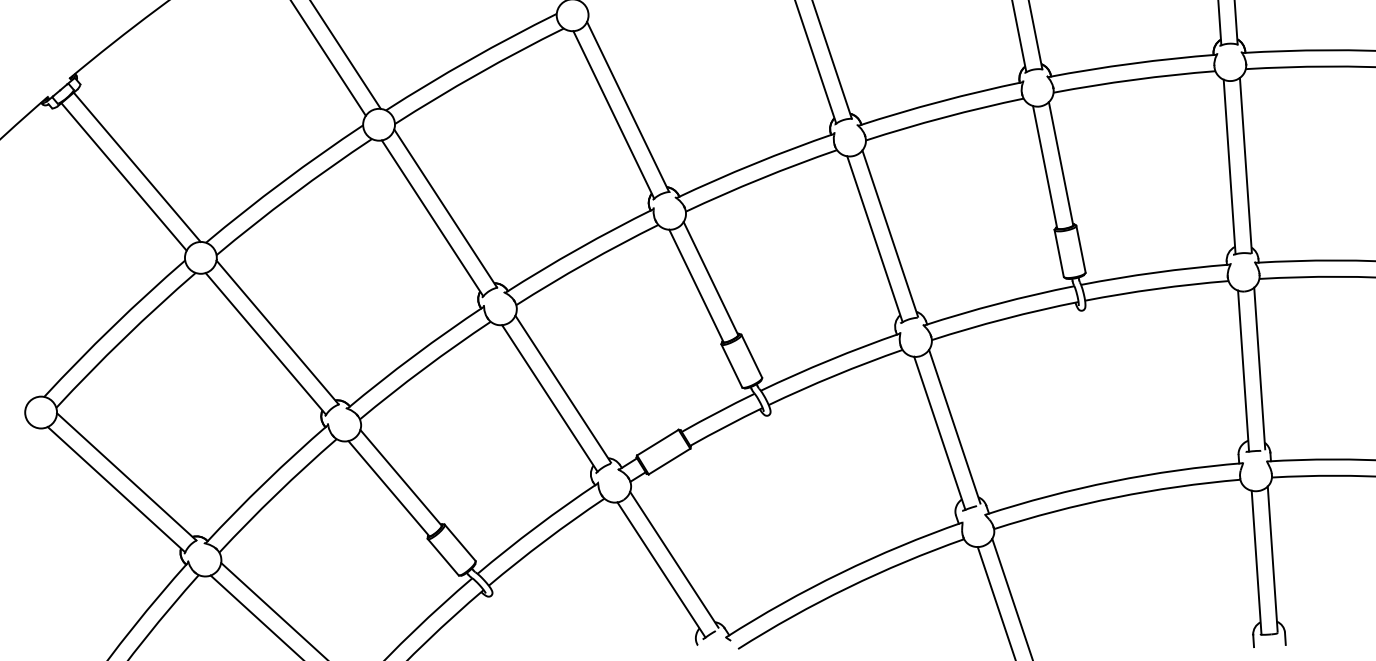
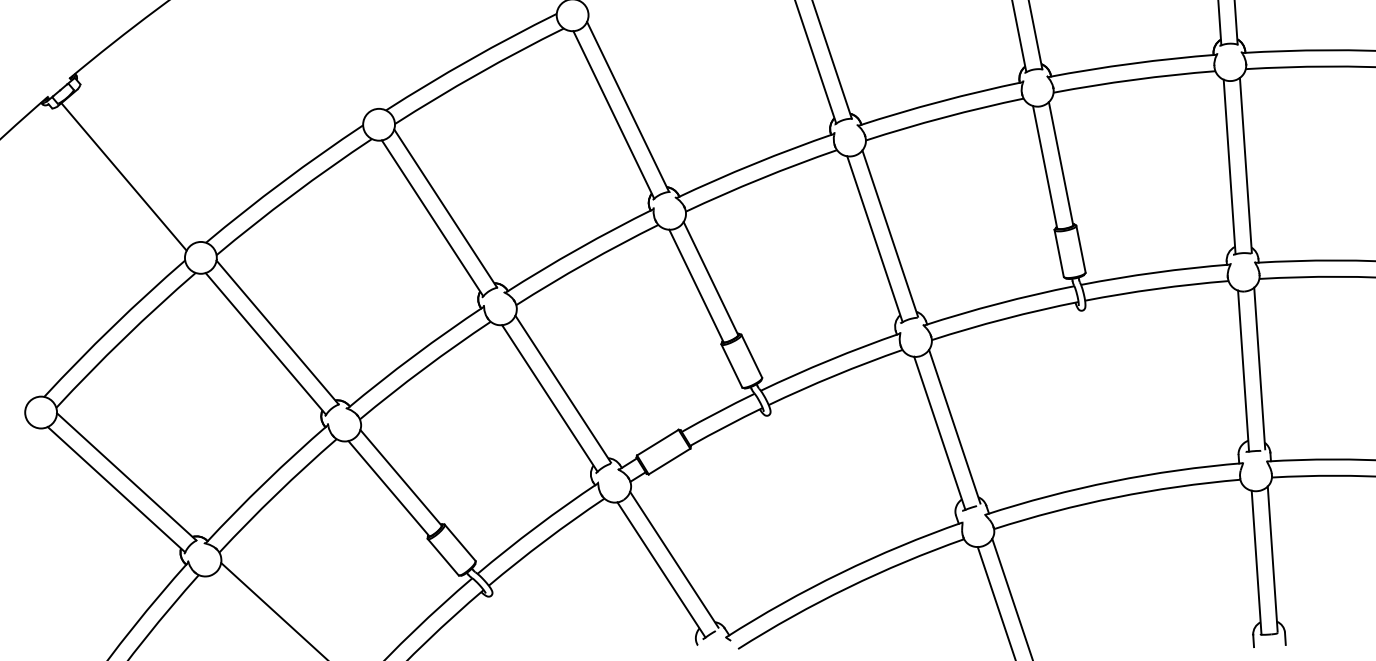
line at (345, 55): present -> none
line at (328, 58): present -> none
line at (136, 166): present -> none
line at (255, 616): present -> none
